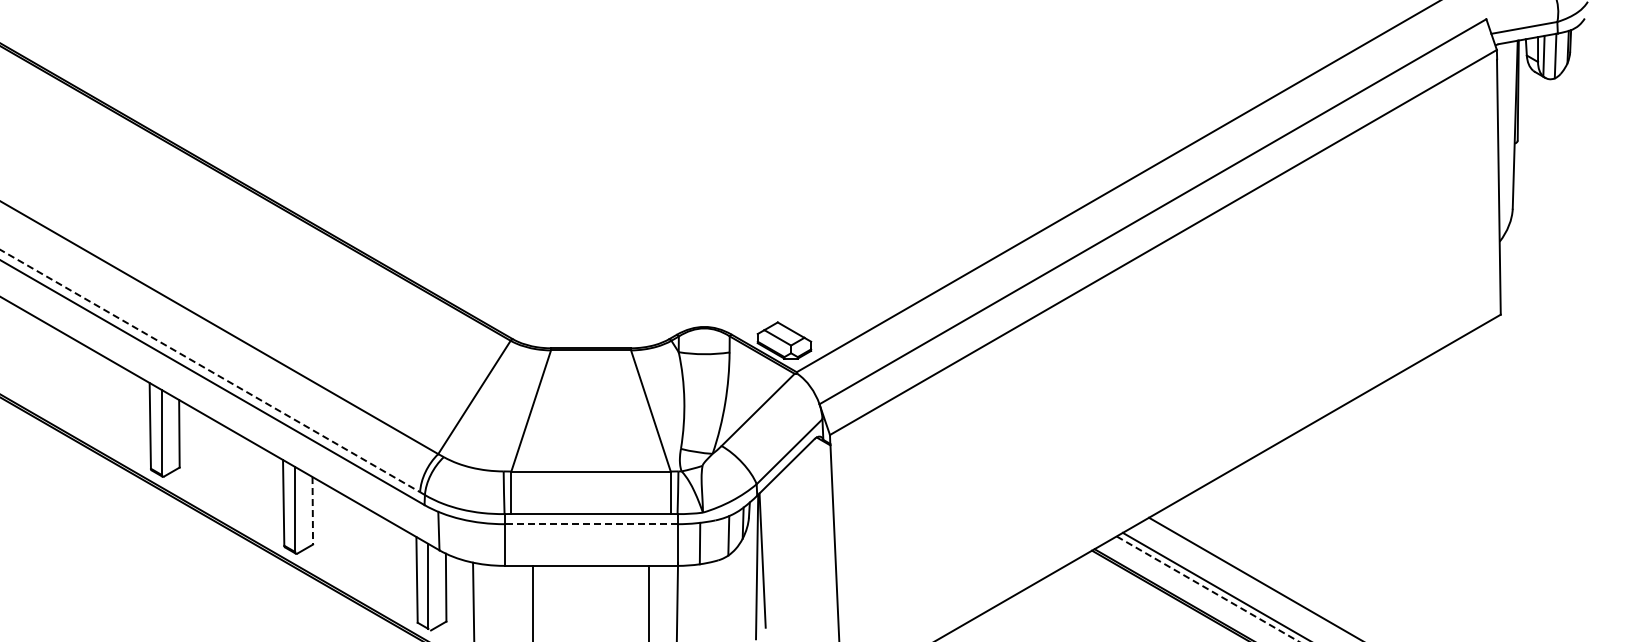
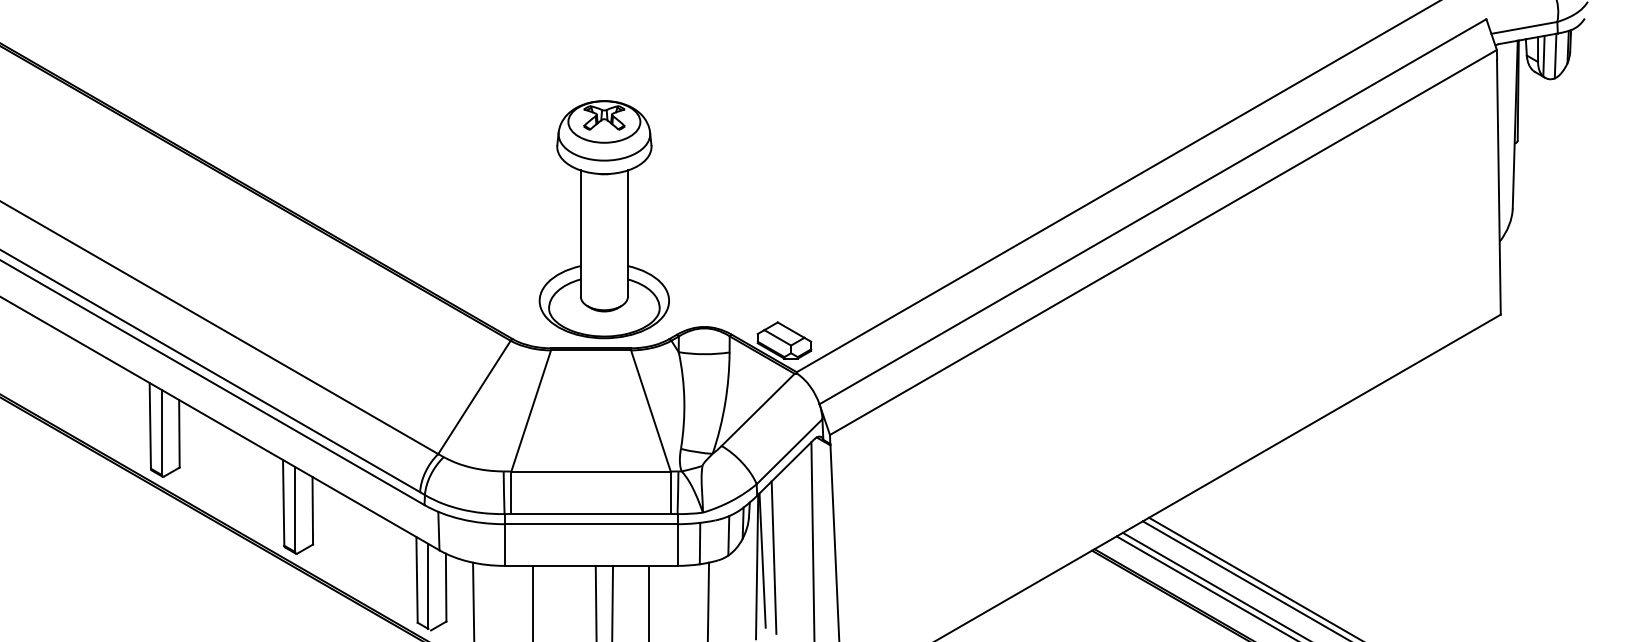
part at (603, 219): none -> present
line at (210, 371): dashed -> solid
line at (312, 510): dashed -> solid
line at (590, 524): dashed -> solid
line at (812, 540): none -> present
line at (773, 557): none -> present
line at (1244, 579): none -> present
line at (1208, 589): dashed -> solid
line at (677, 600) position: (677, 600) -> (708, 600)
line at (595, 601): none -> present
line at (612, 601): none -> present
